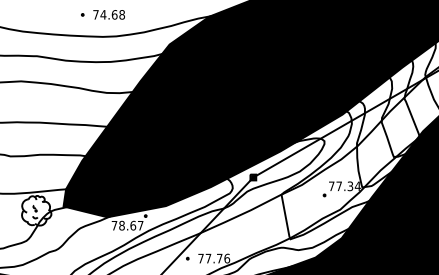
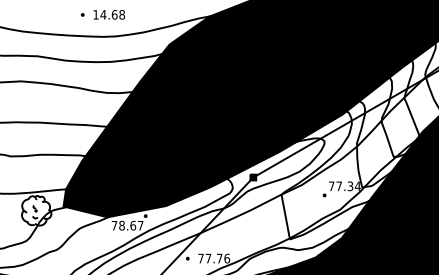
text at (95, 14): 74.68 -> 14.68
